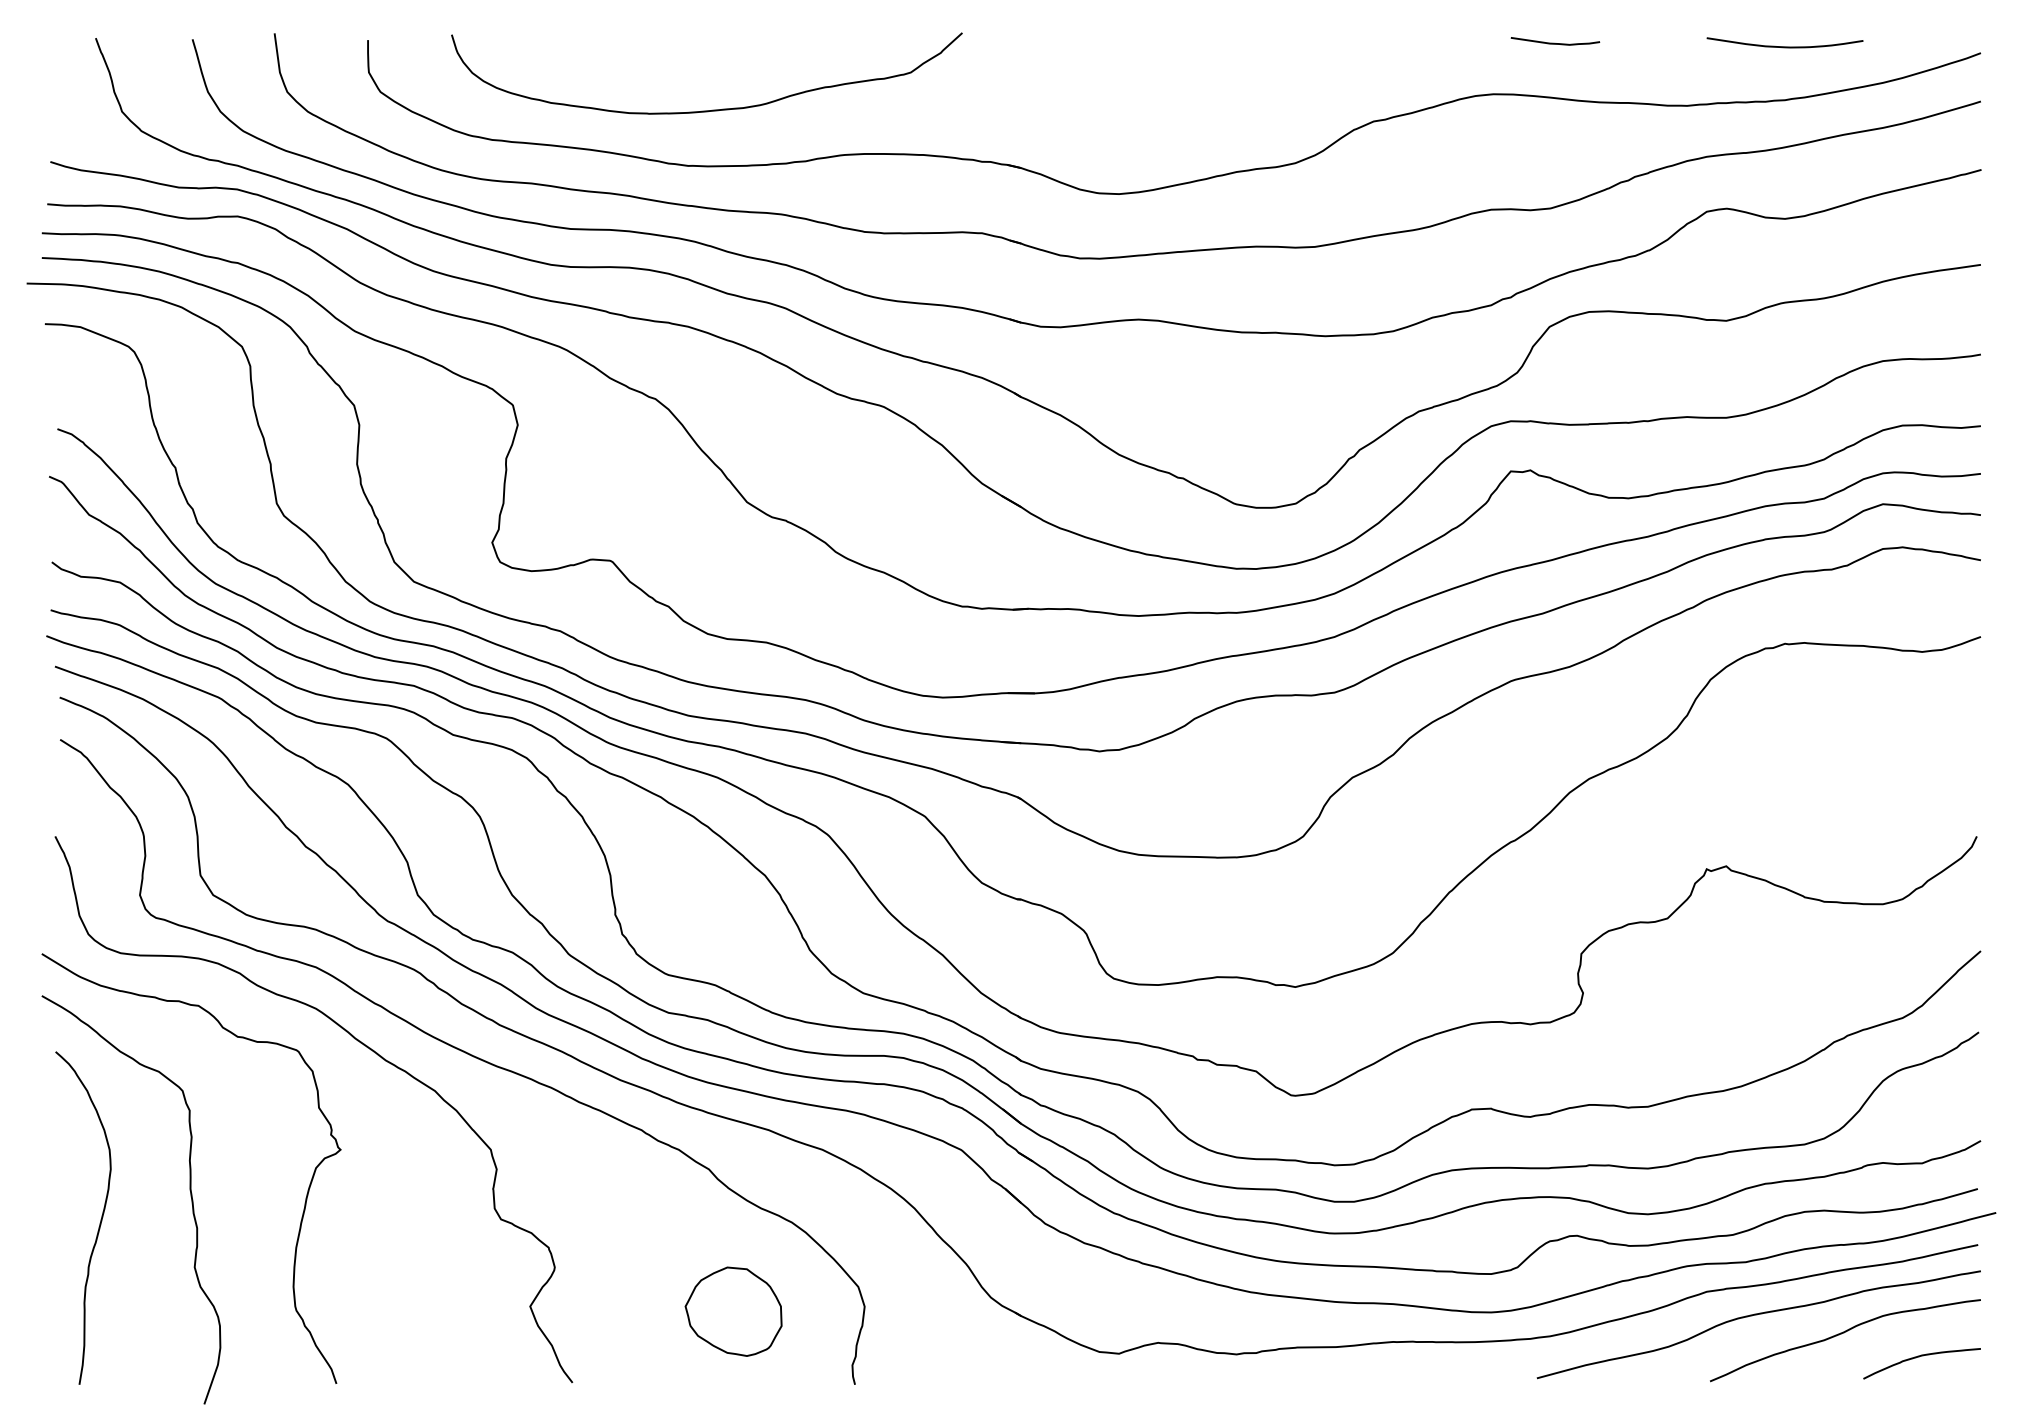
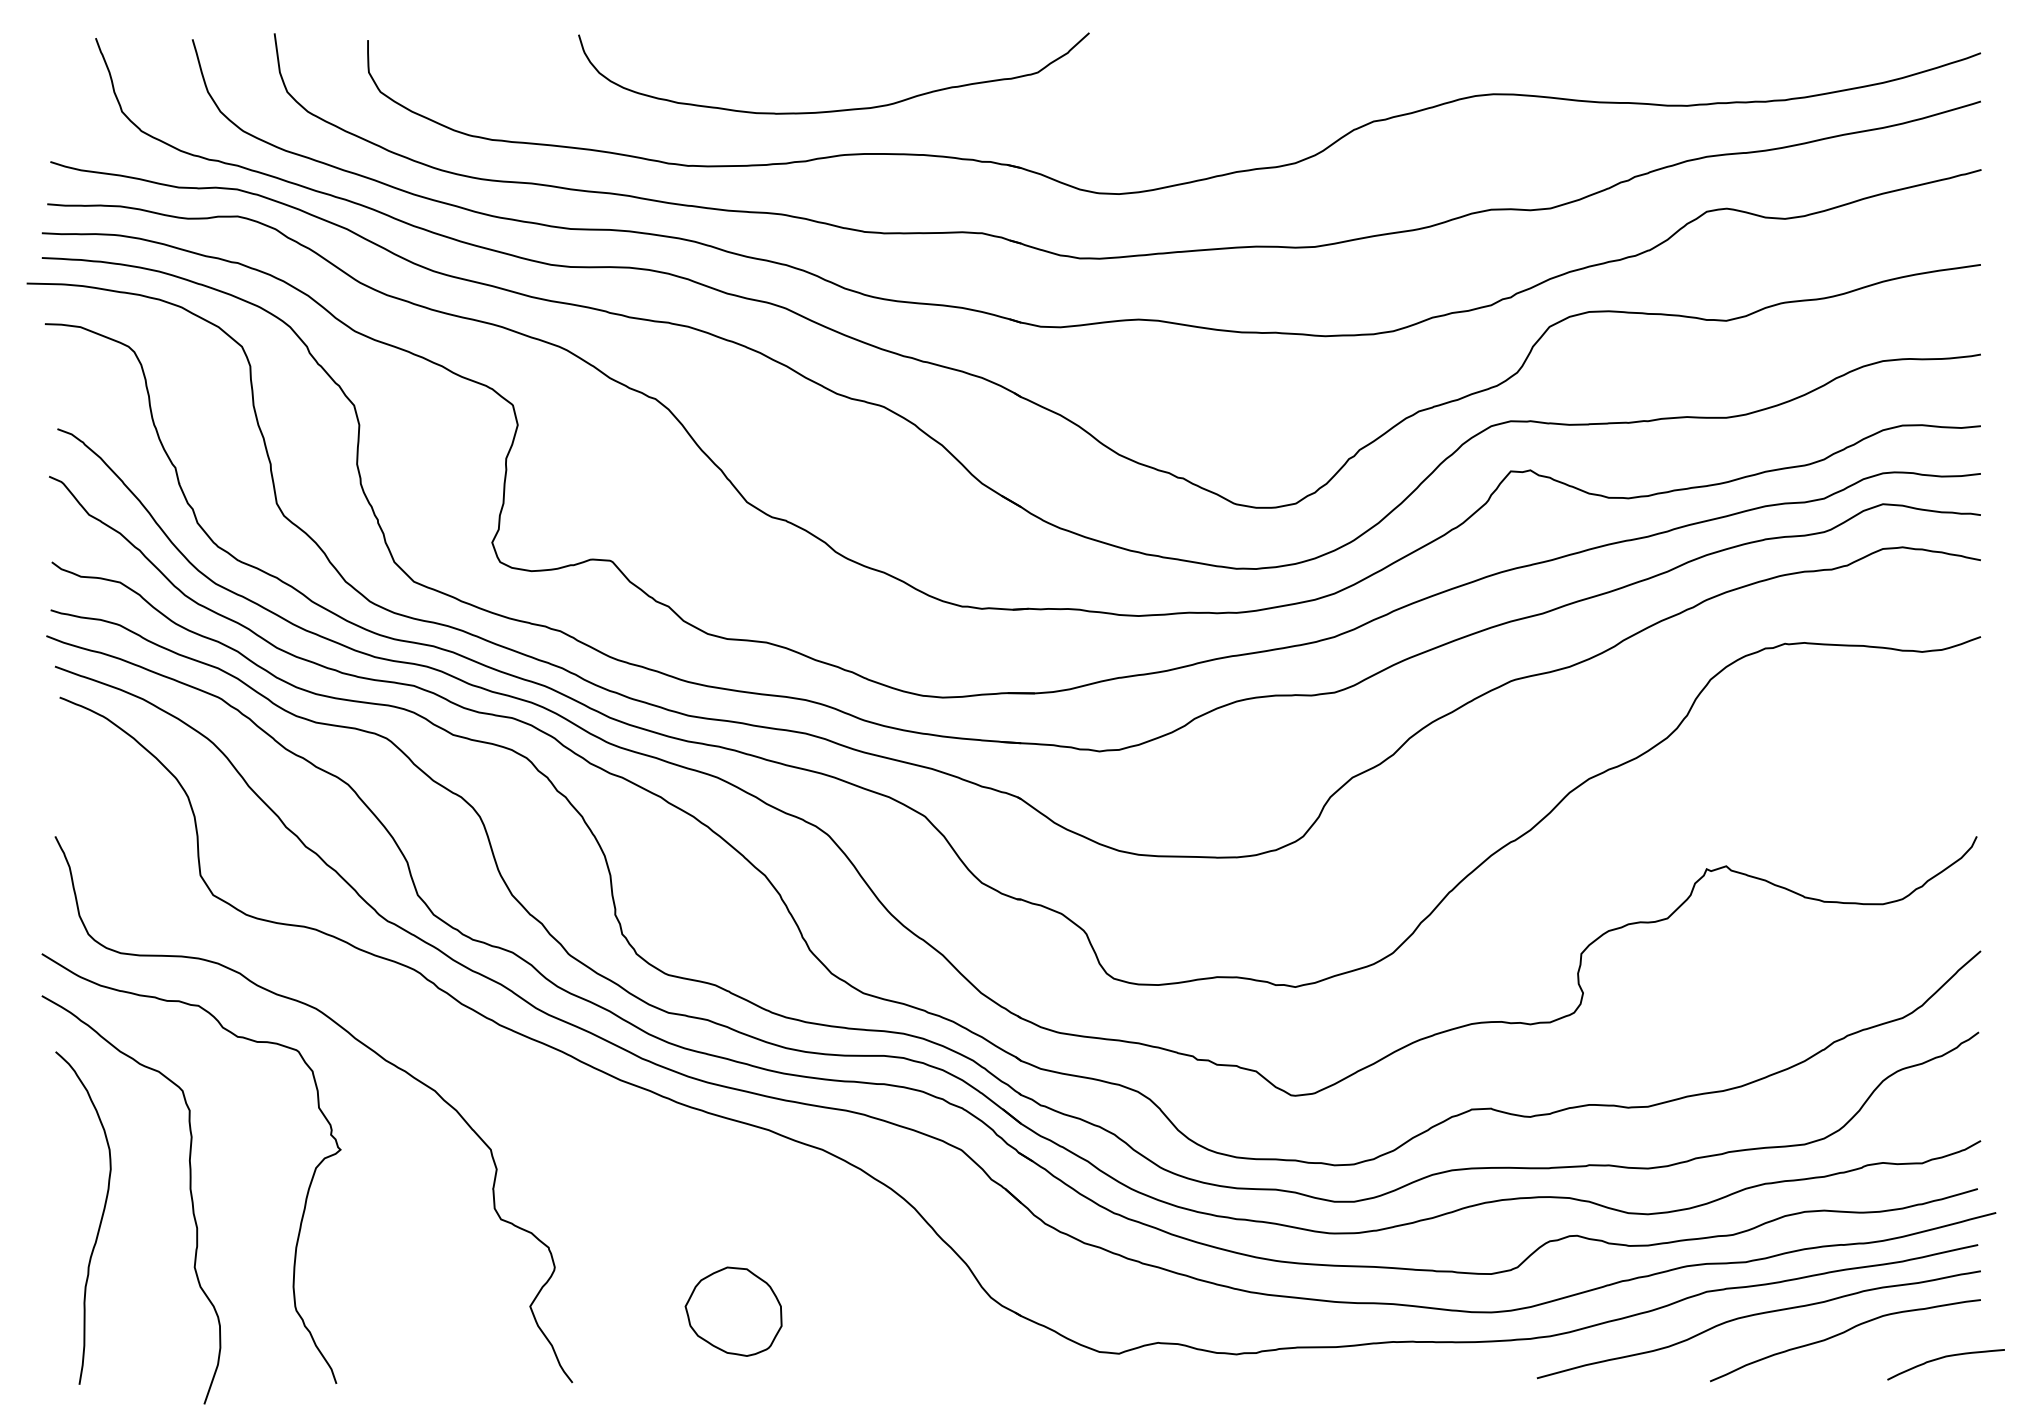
curve at (1554, 42): present -> none
curve at (1784, 46): present -> none
curve at (712, 109) position: (712, 109) -> (839, 109)
curve at (465, 1053): present -> none
curve at (1919, 1357) position: (1919, 1357) -> (1943, 1358)
